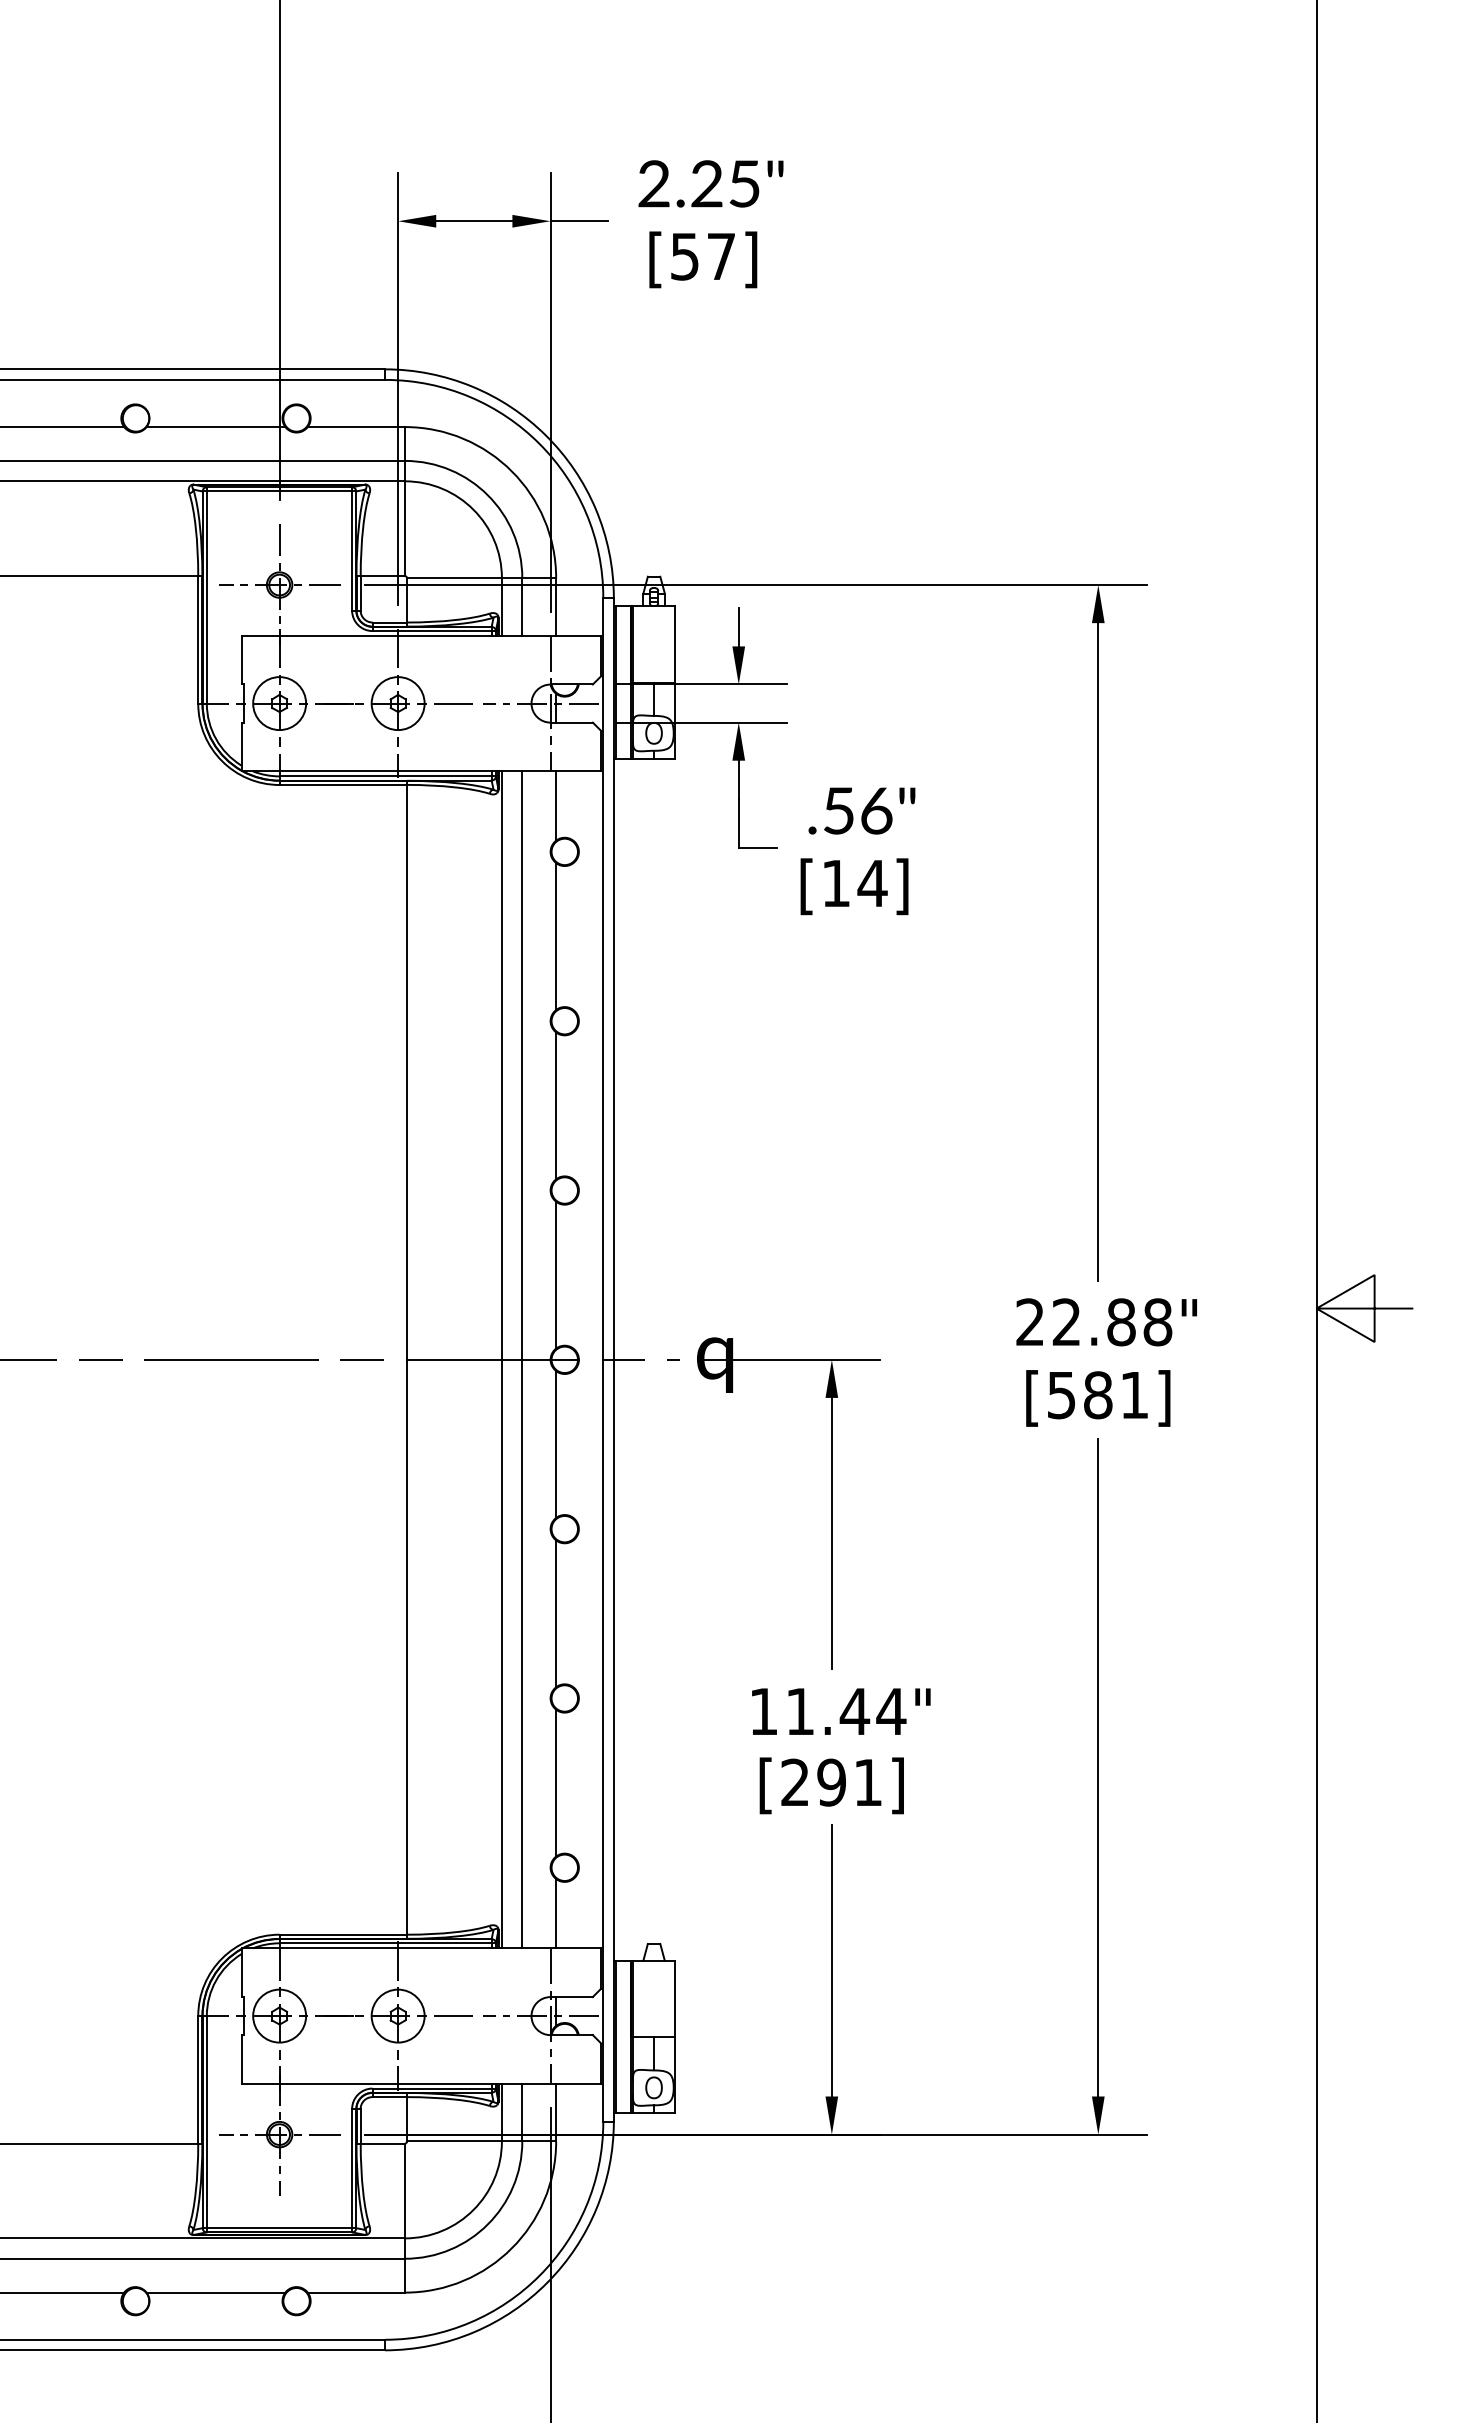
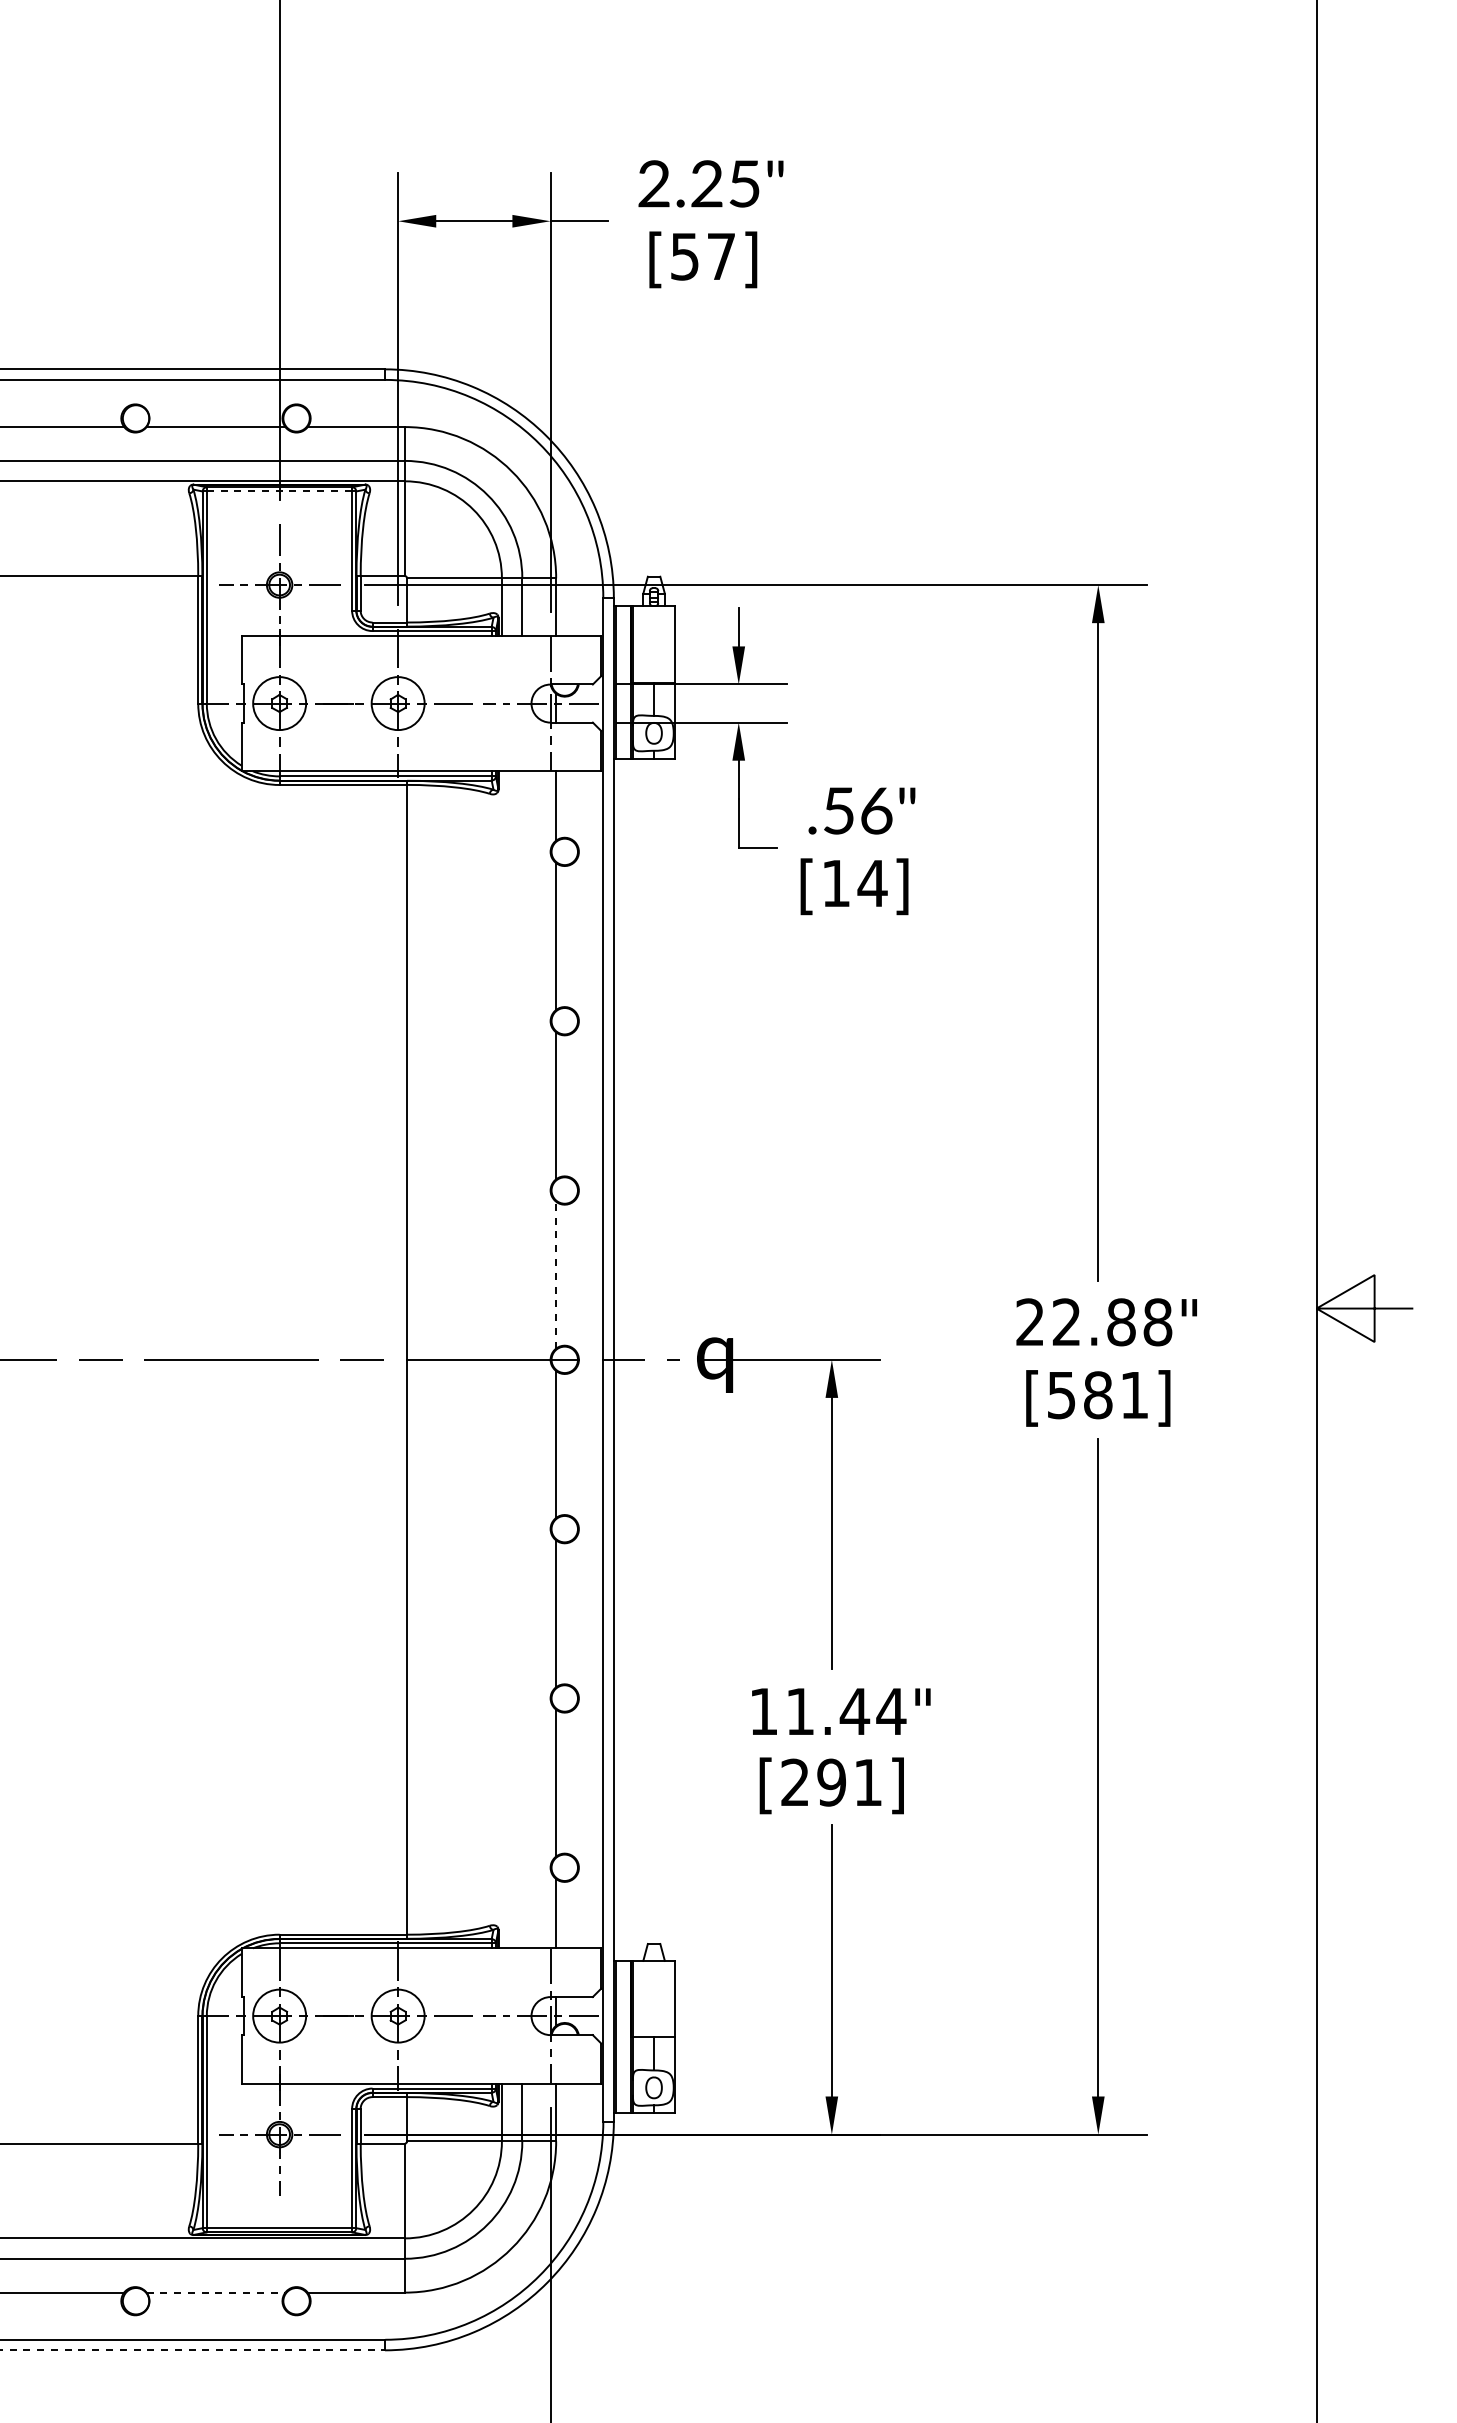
line at (279, 491): solid -> dashed
line at (556, 1274): solid -> dashed
line at (501, 1359): present -> none
line at (522, 1359): present -> none
line at (216, 2292): solid -> dashed
line at (193, 2350): solid -> dashed
